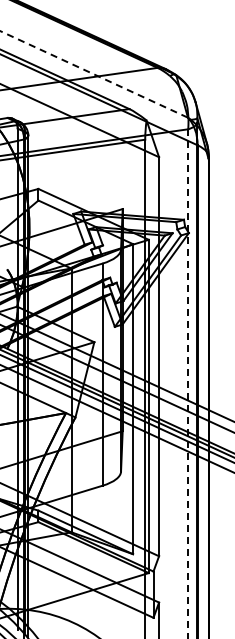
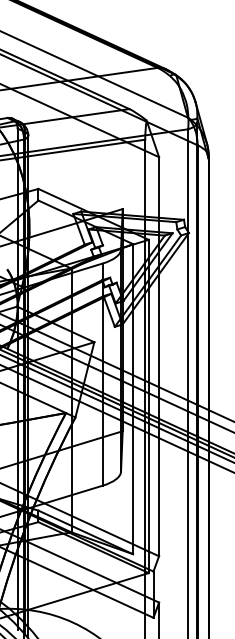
line at (94, 74): dashed -> solid
line at (188, 384): dashed -> solid
